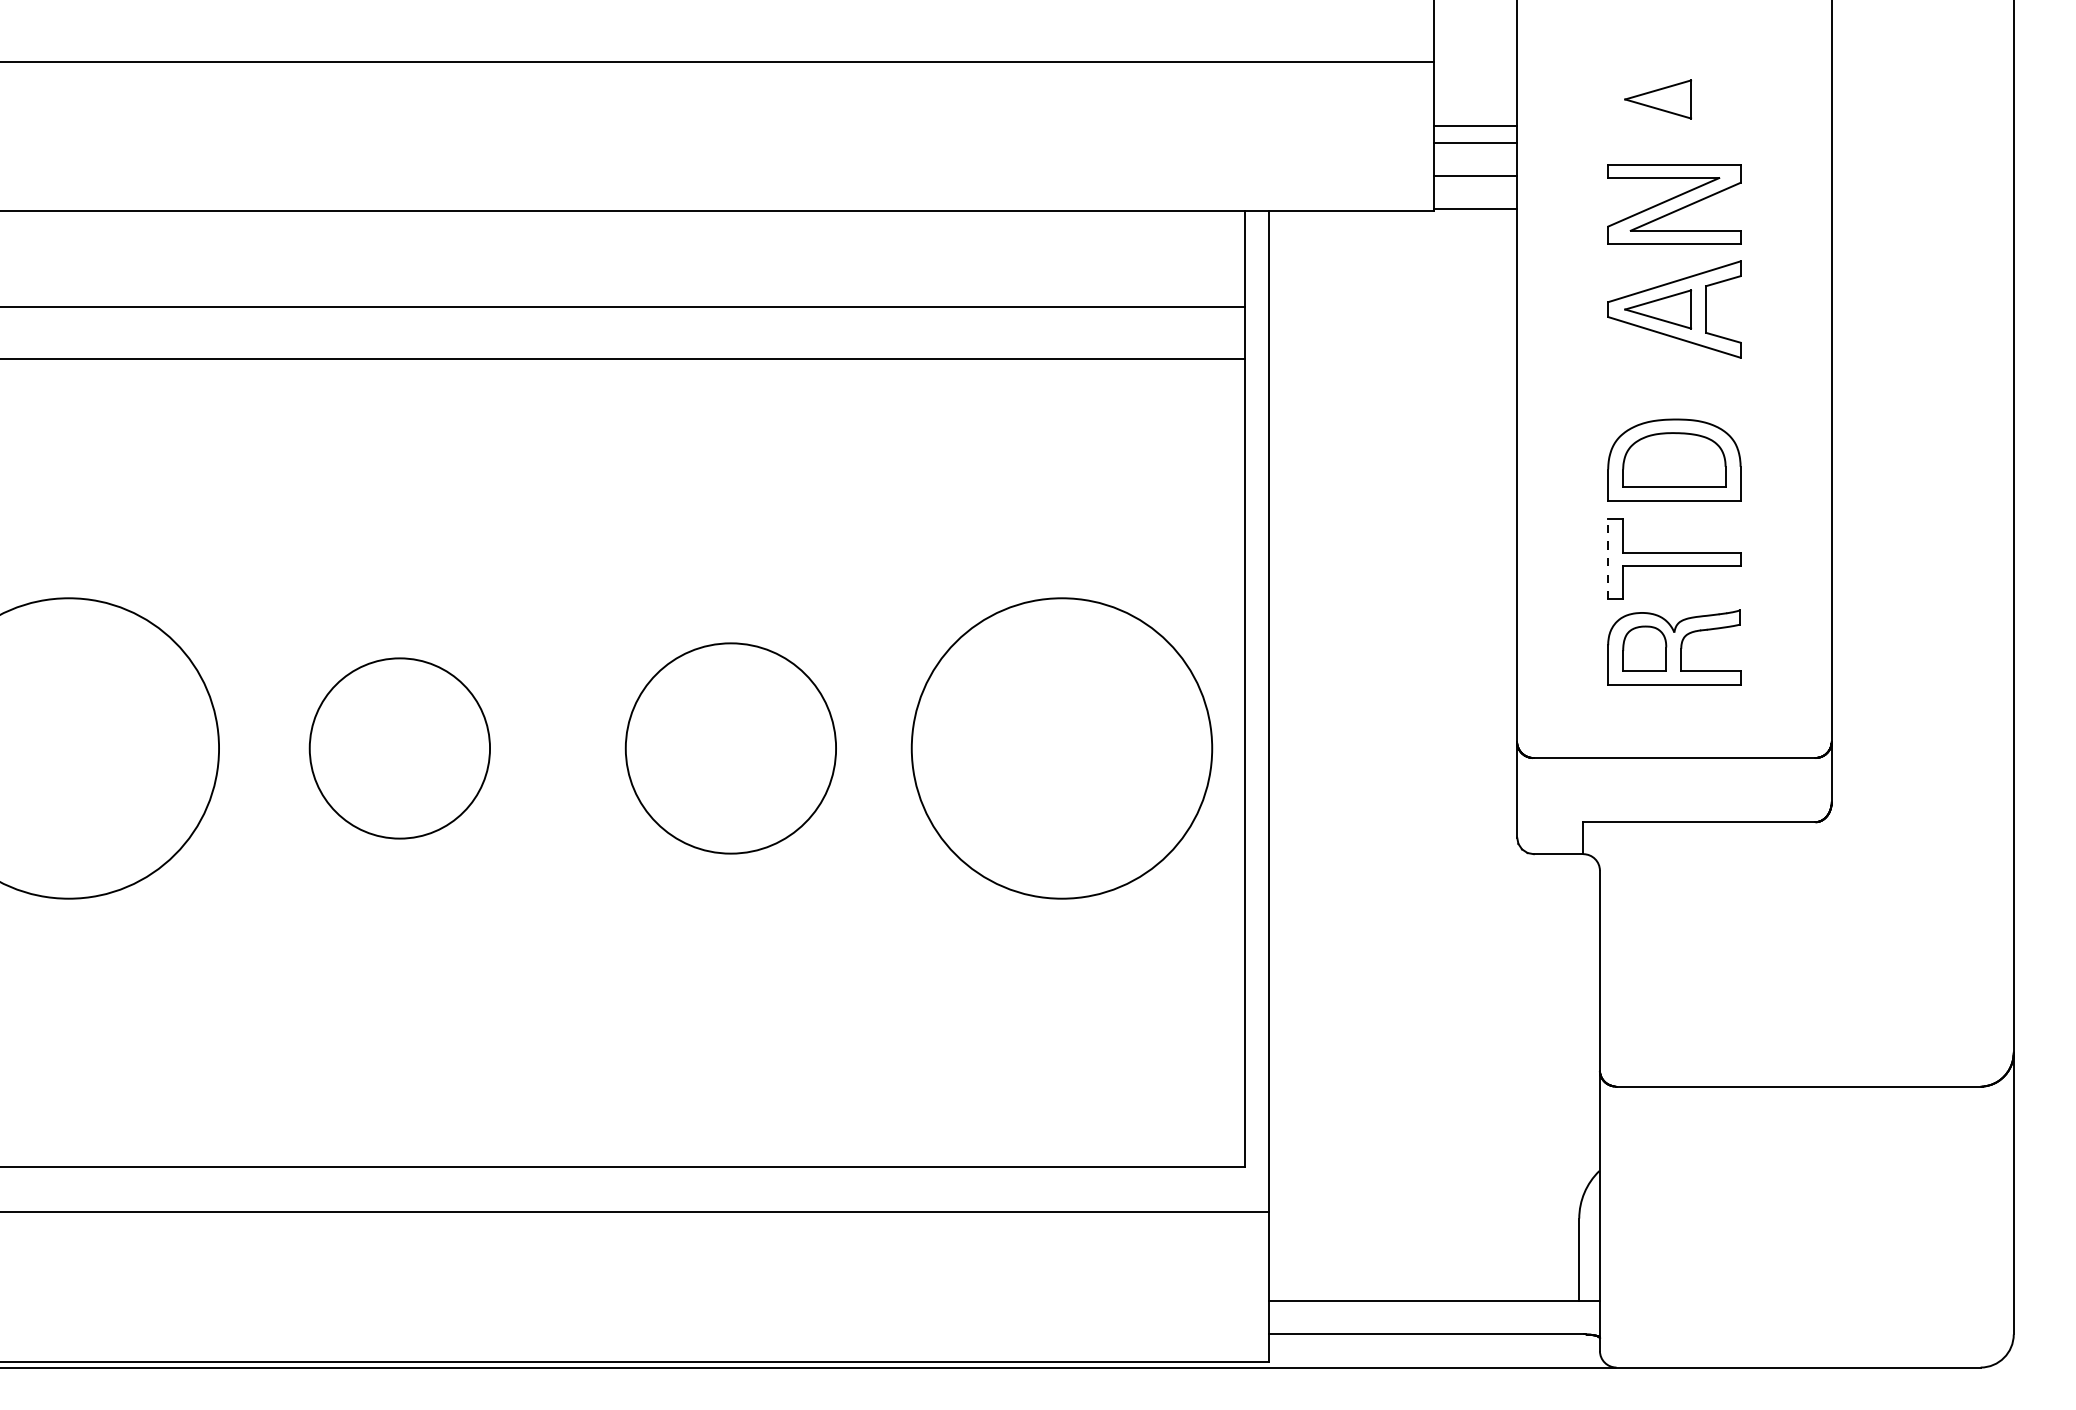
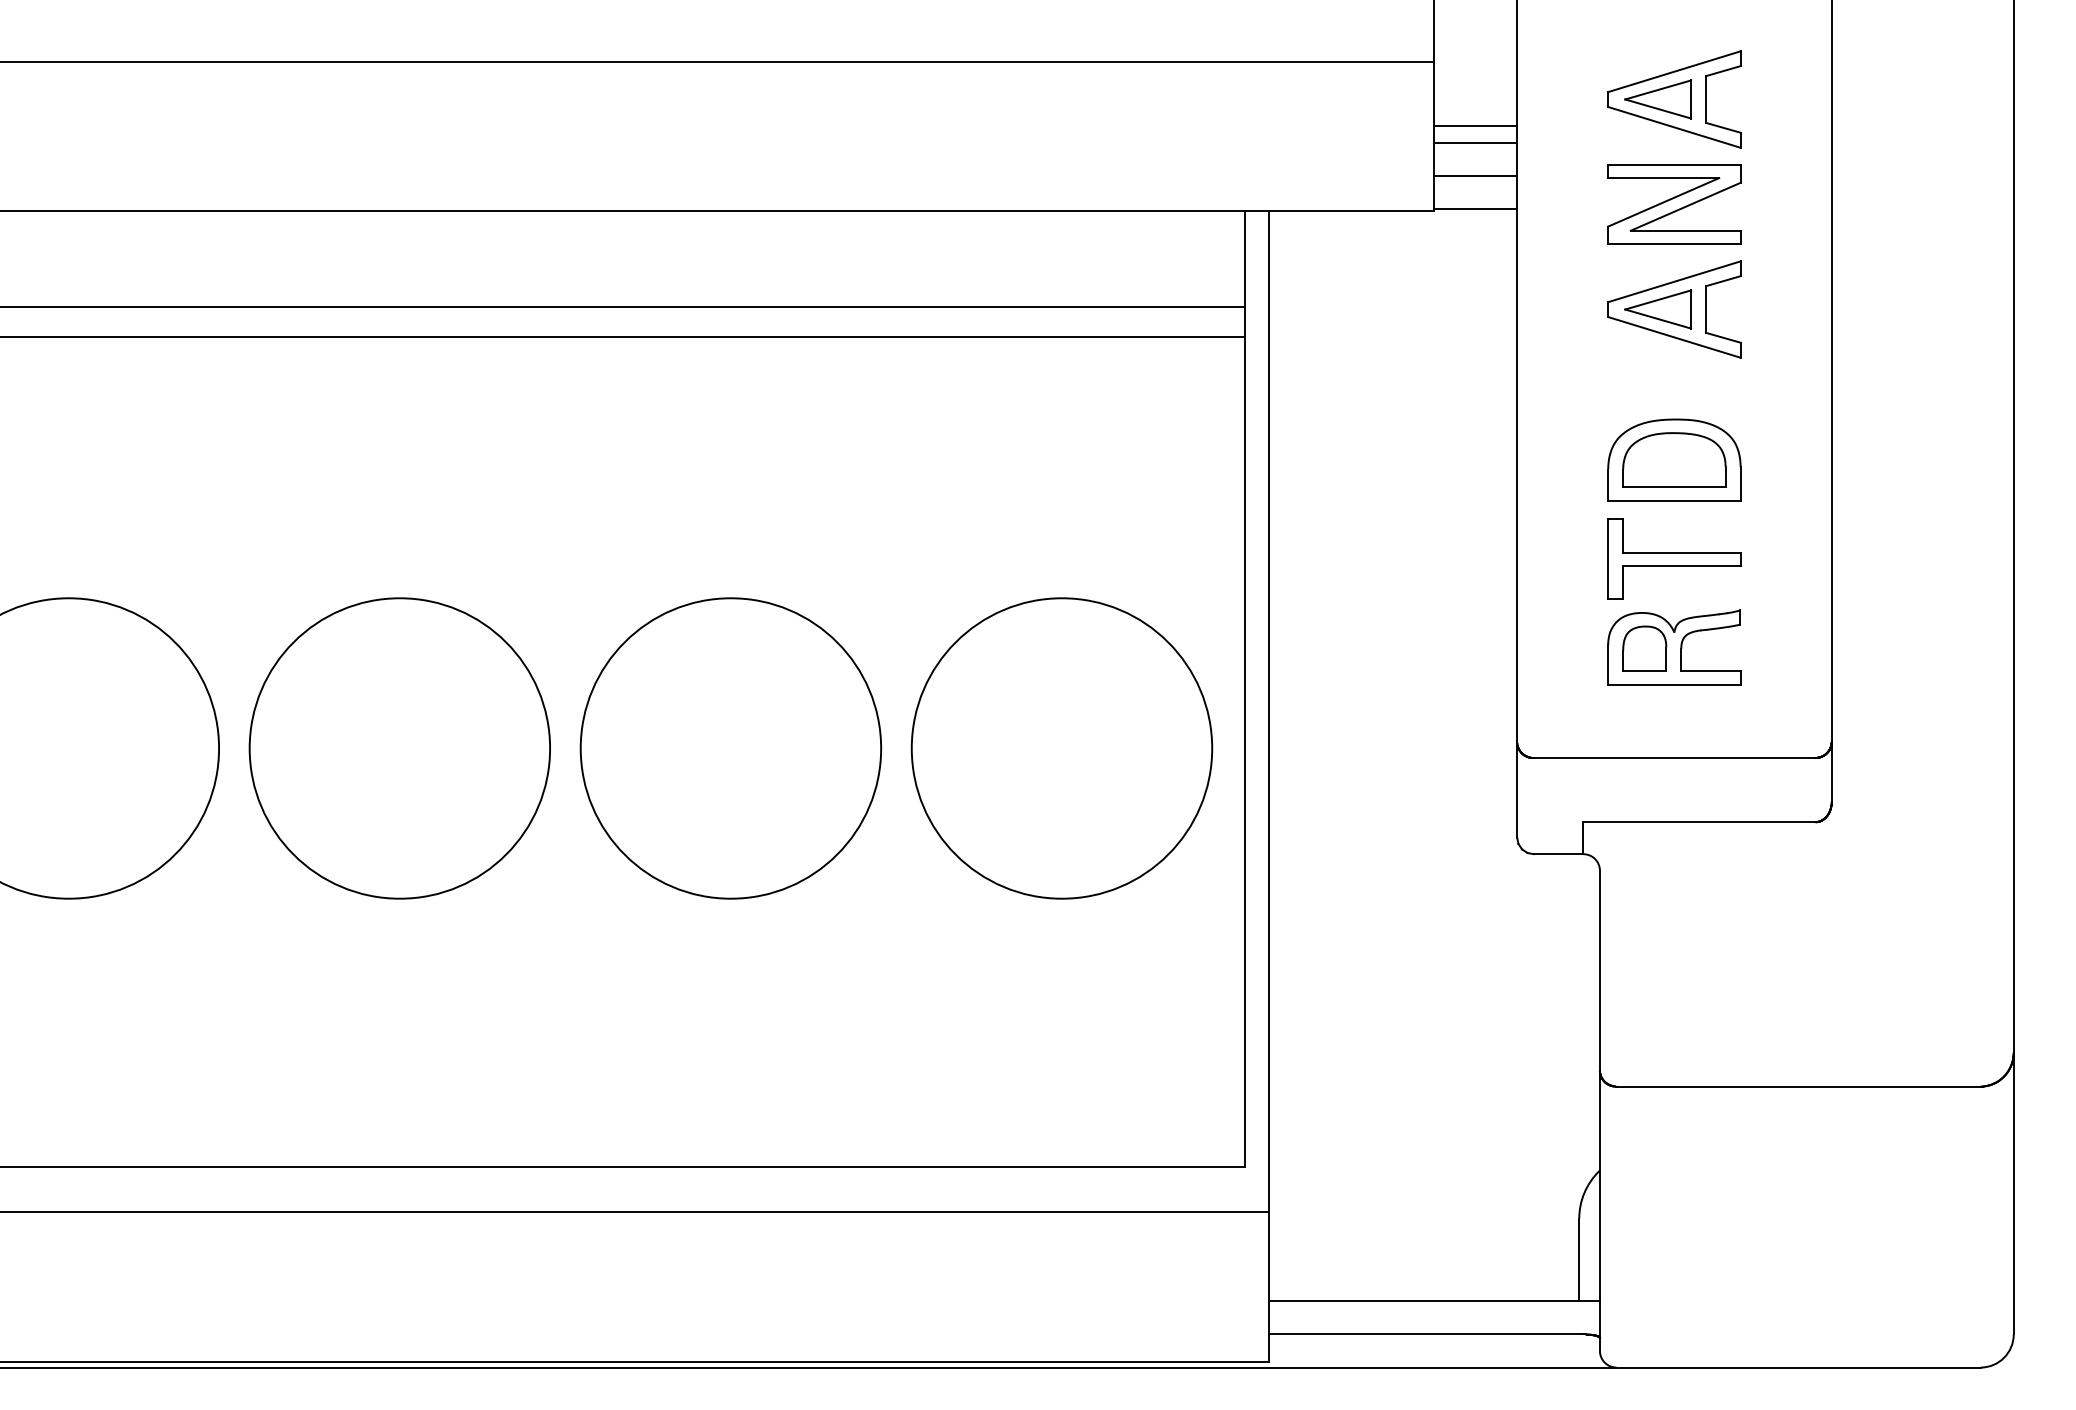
part at (1674, 99): none -> present
line at (623, 359) position: (623, 359) -> (623, 337)
line at (1608, 558): dashed -> solid
circle at (399, 748) diameter: 180 px -> 300 px
circle at (730, 748) diameter: 210 px -> 300 px
